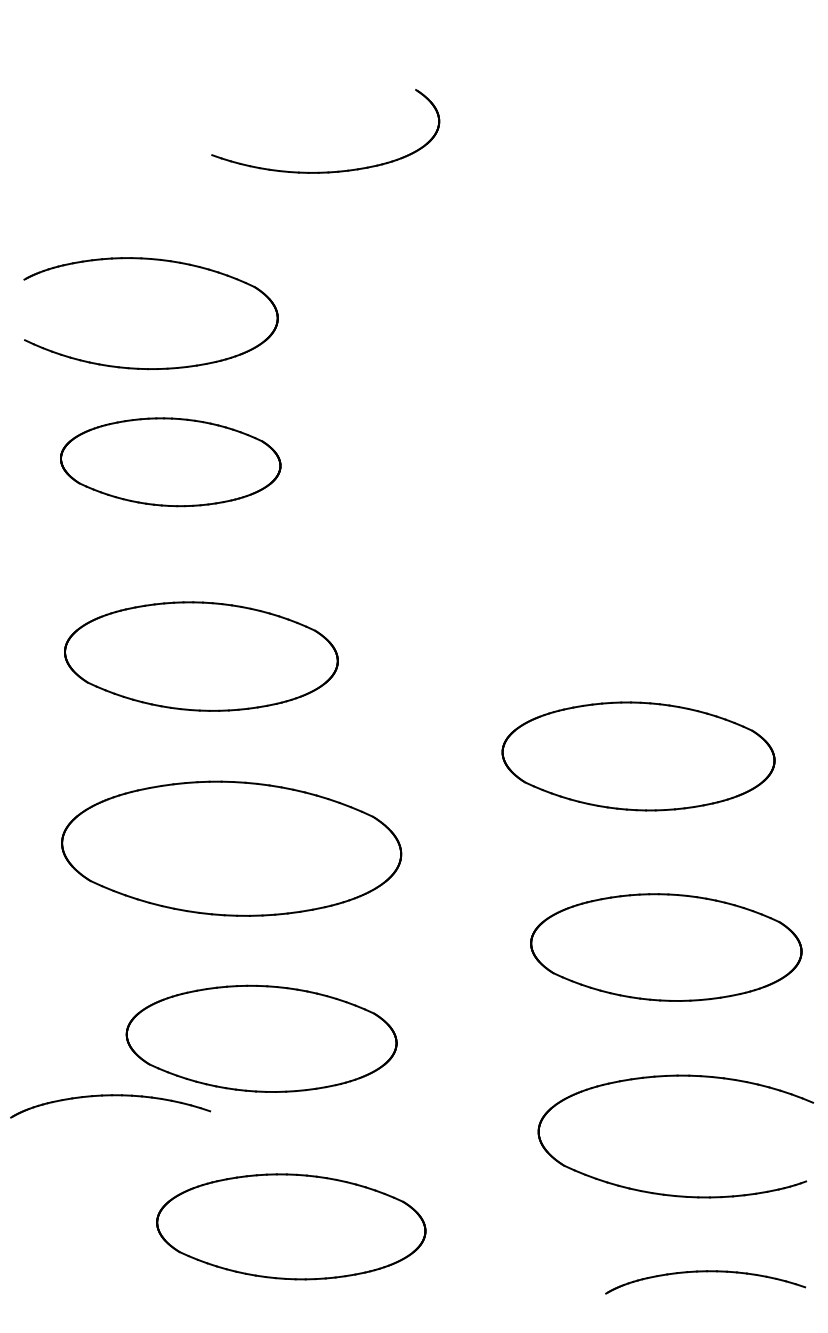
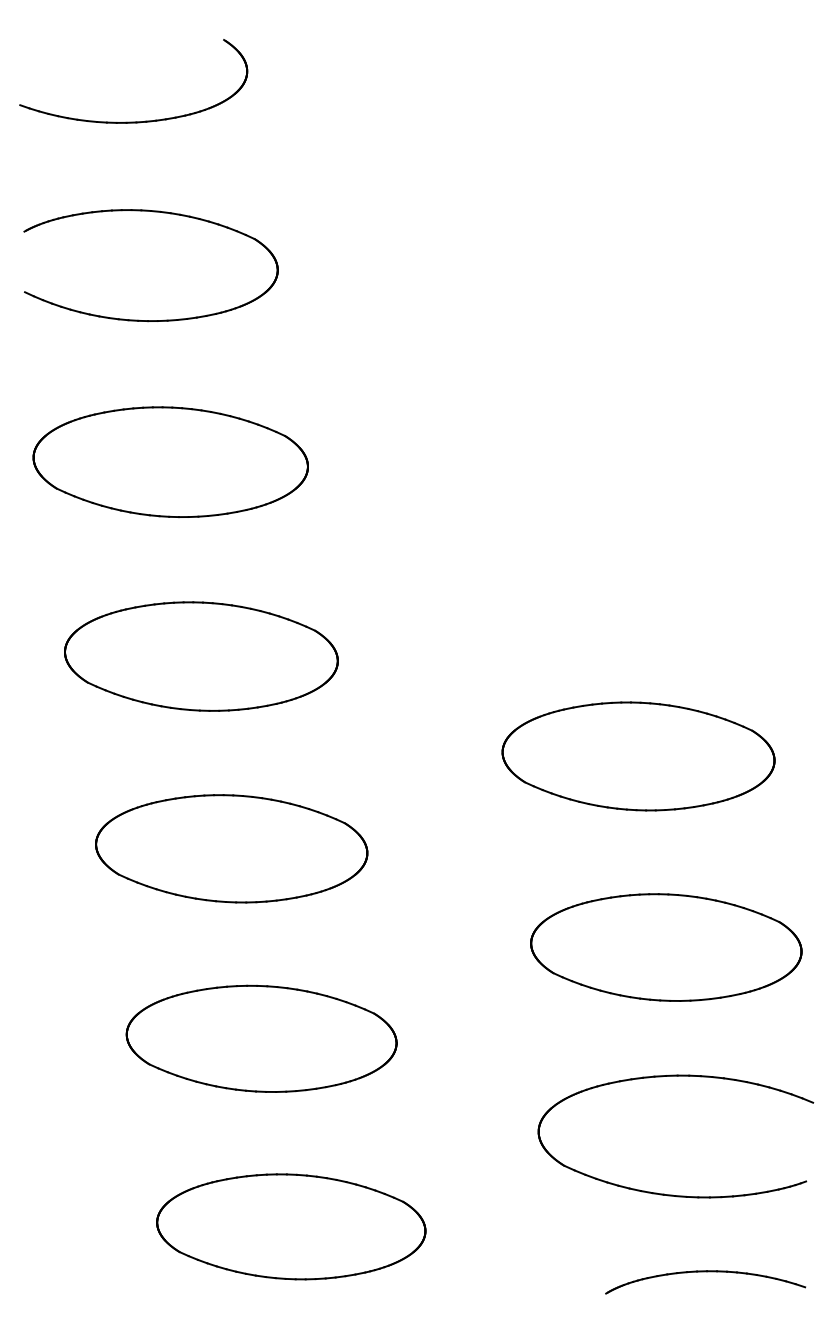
part at (325, 171) position: (325, 171) -> (133, 121)
part at (153, 260) position: (153, 260) -> (153, 212)
part at (170, 462) size: 222x91 px -> 277x113 px
part at (231, 848) size: 342x137 px -> 274x110 px
part at (110, 1096): present -> none
